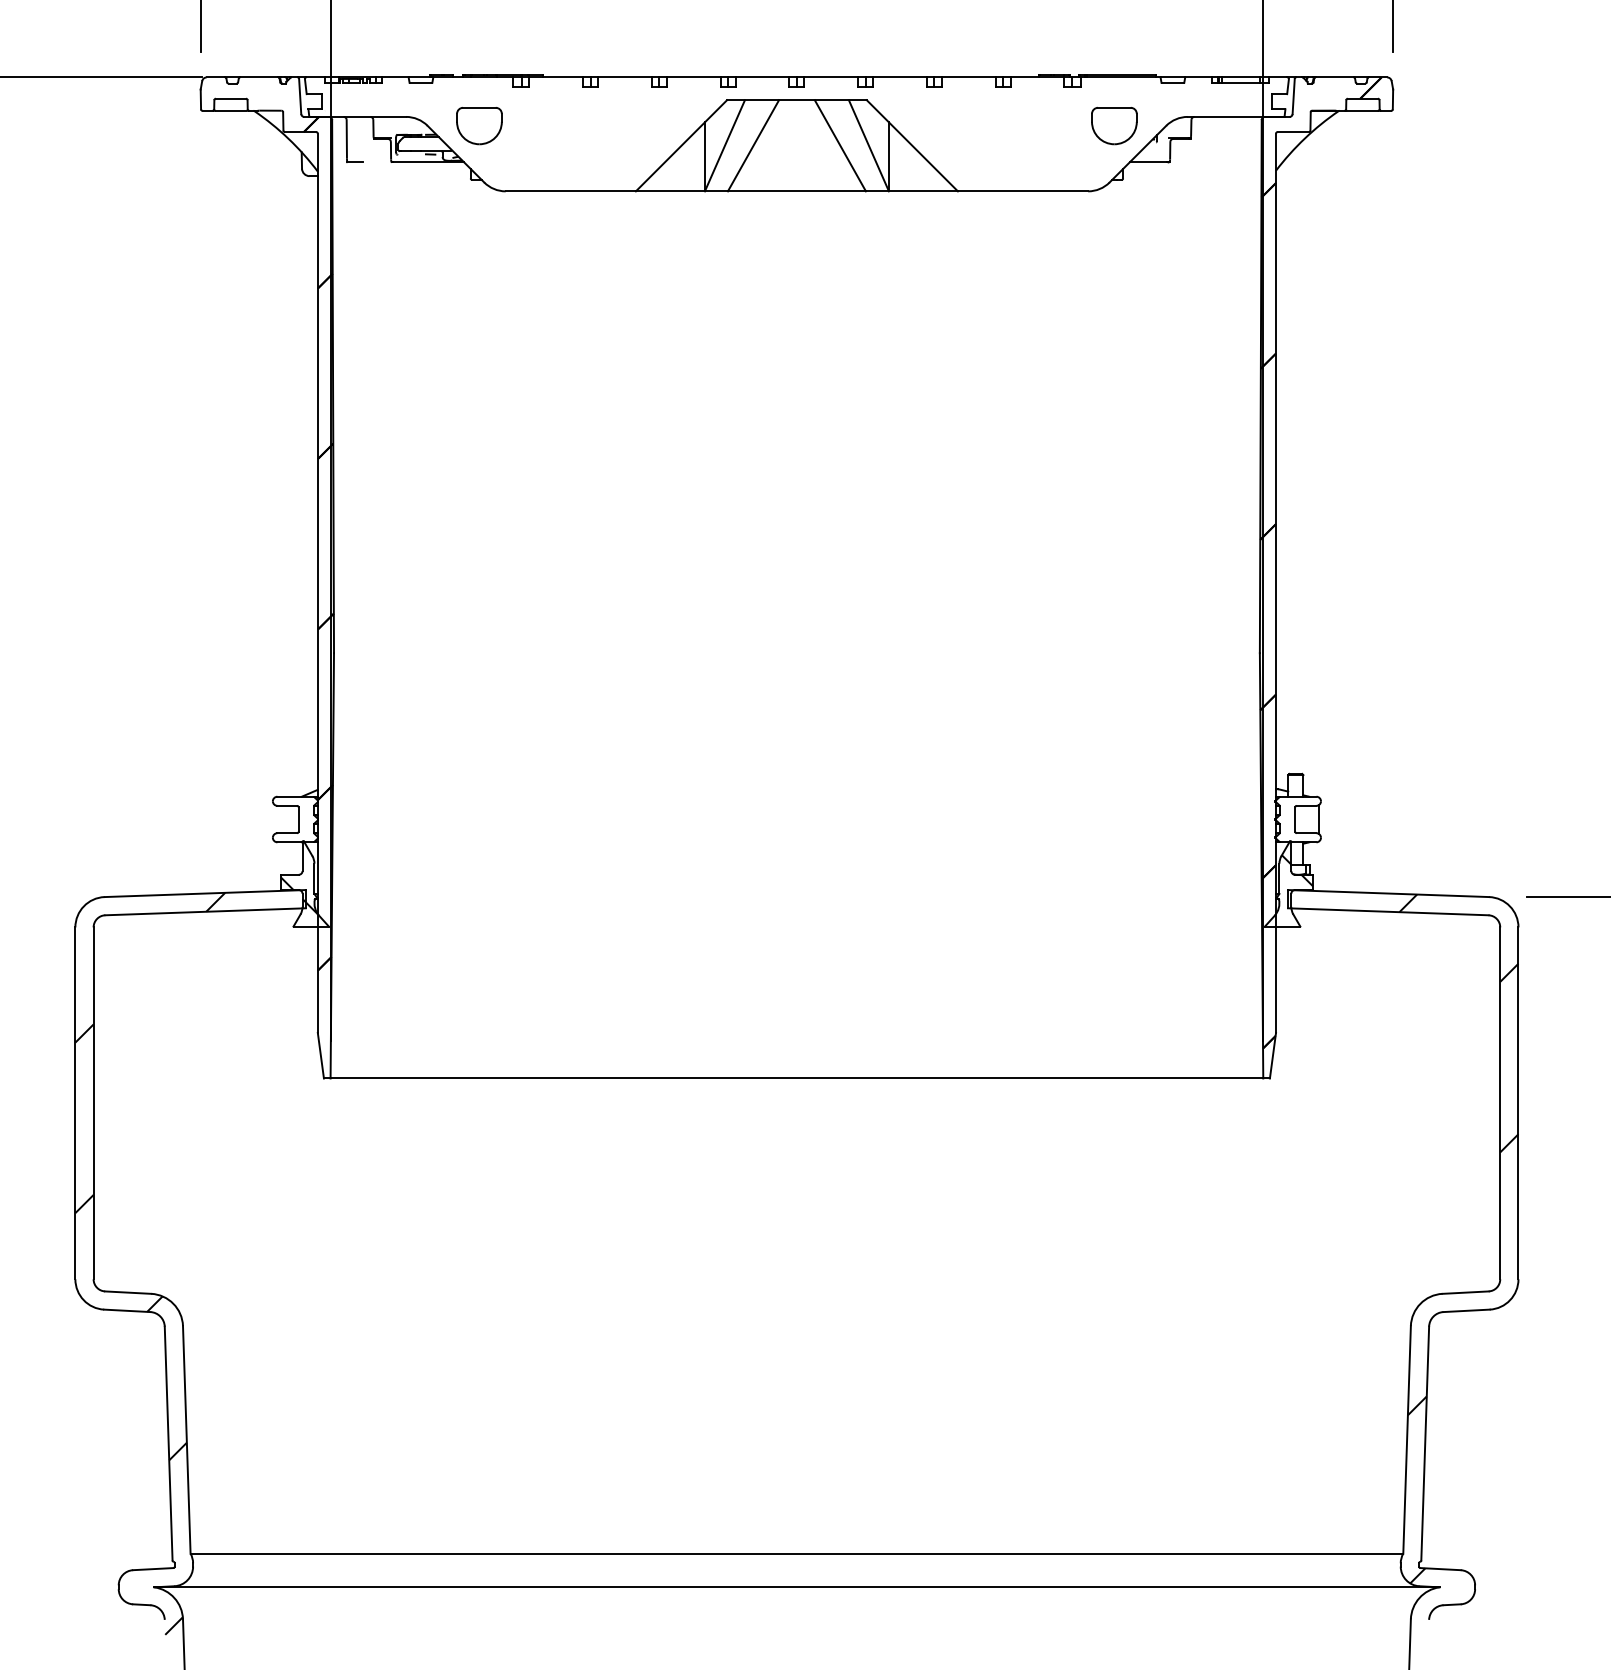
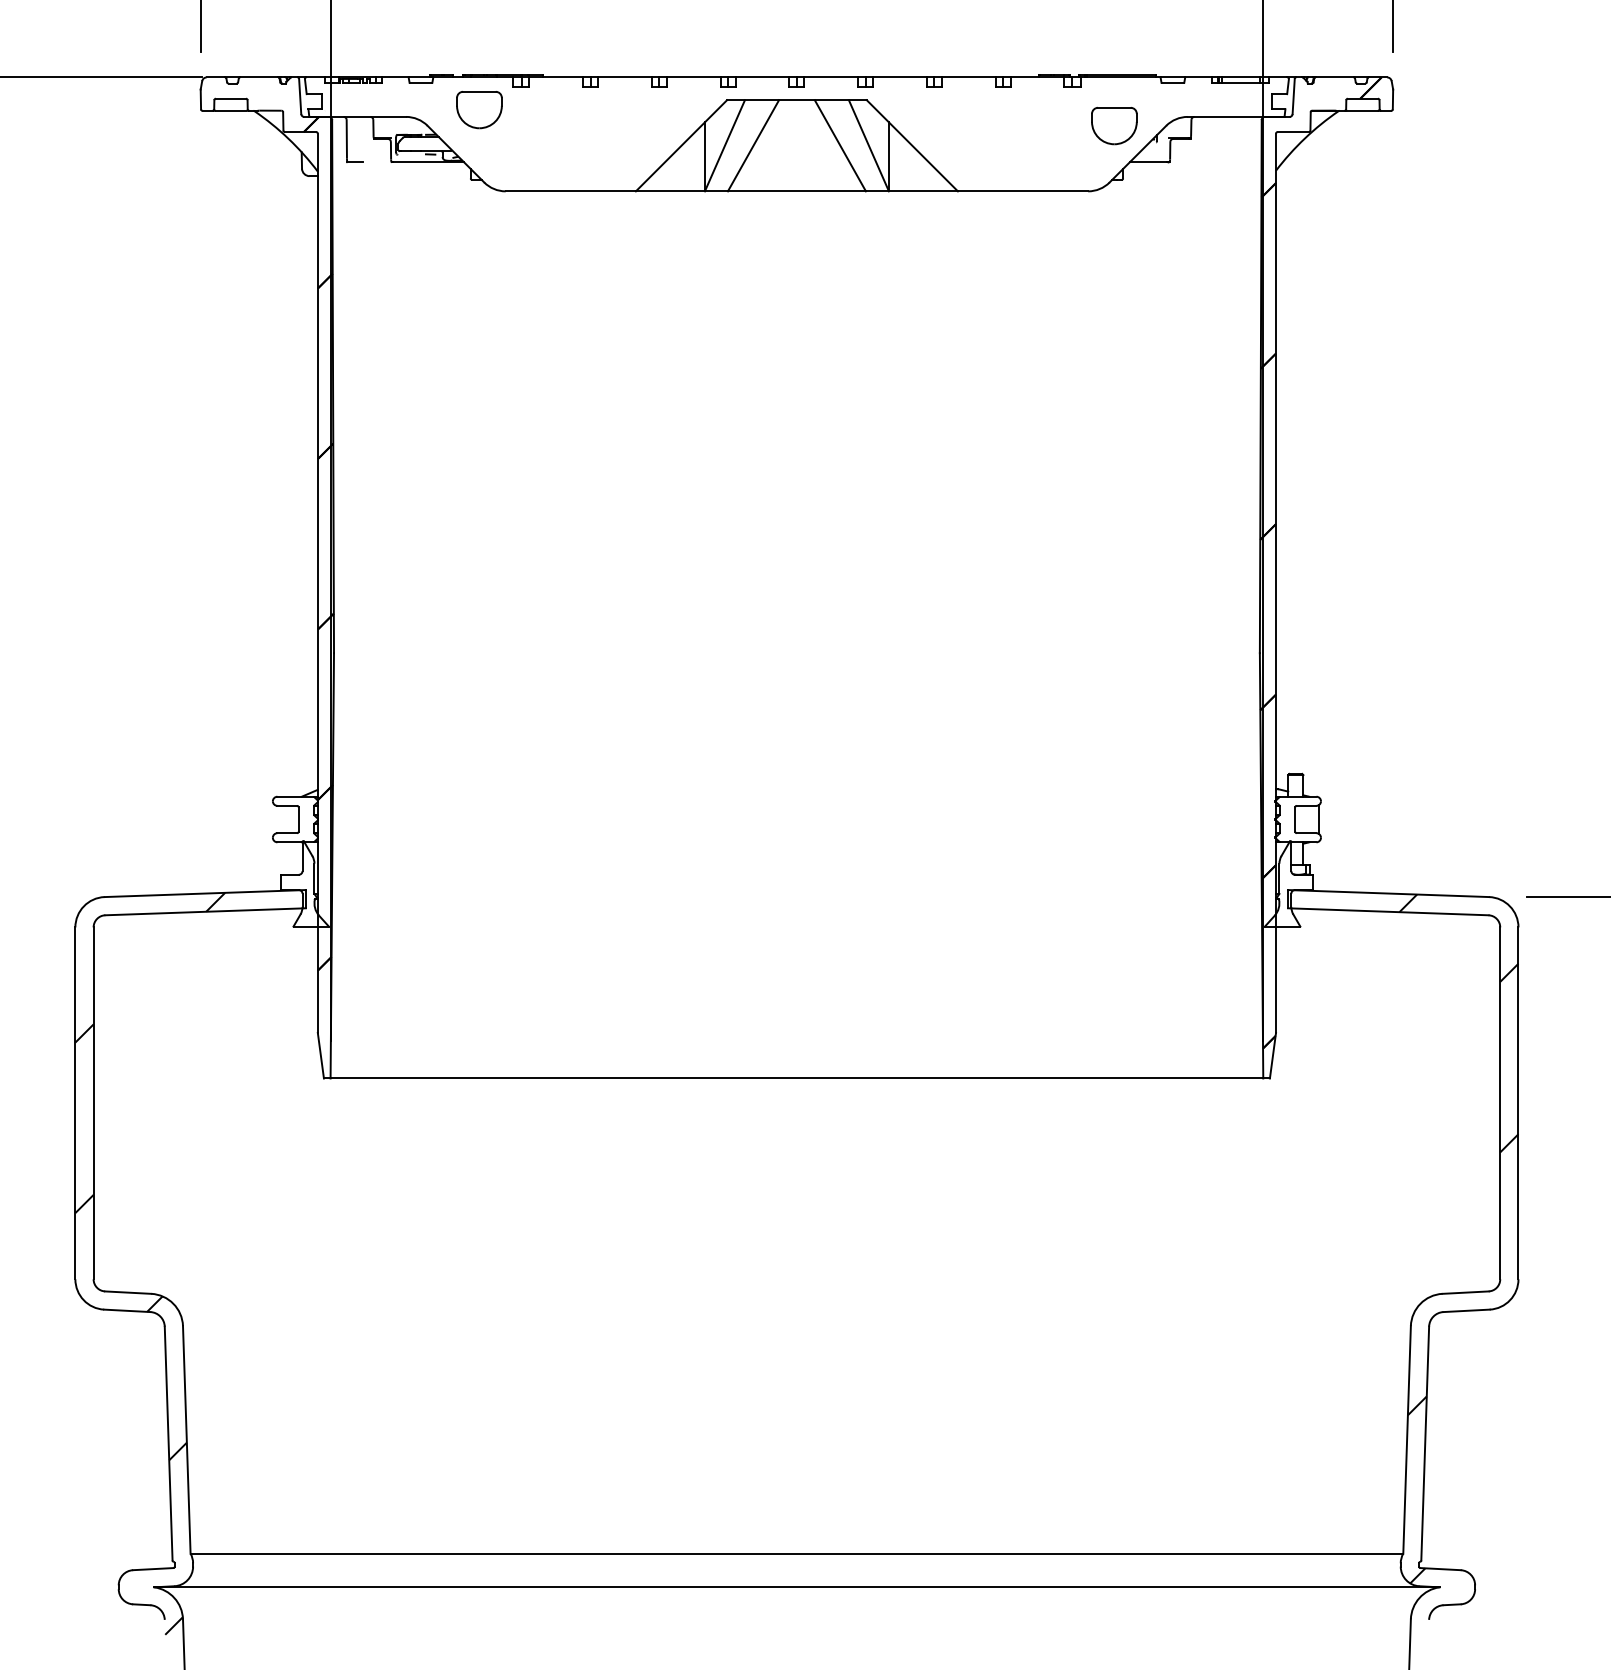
part at (479, 126) position: (479, 126) -> (479, 110)
hatch at (1296, 870): present -> none
hatch at (299, 896): present -> none
